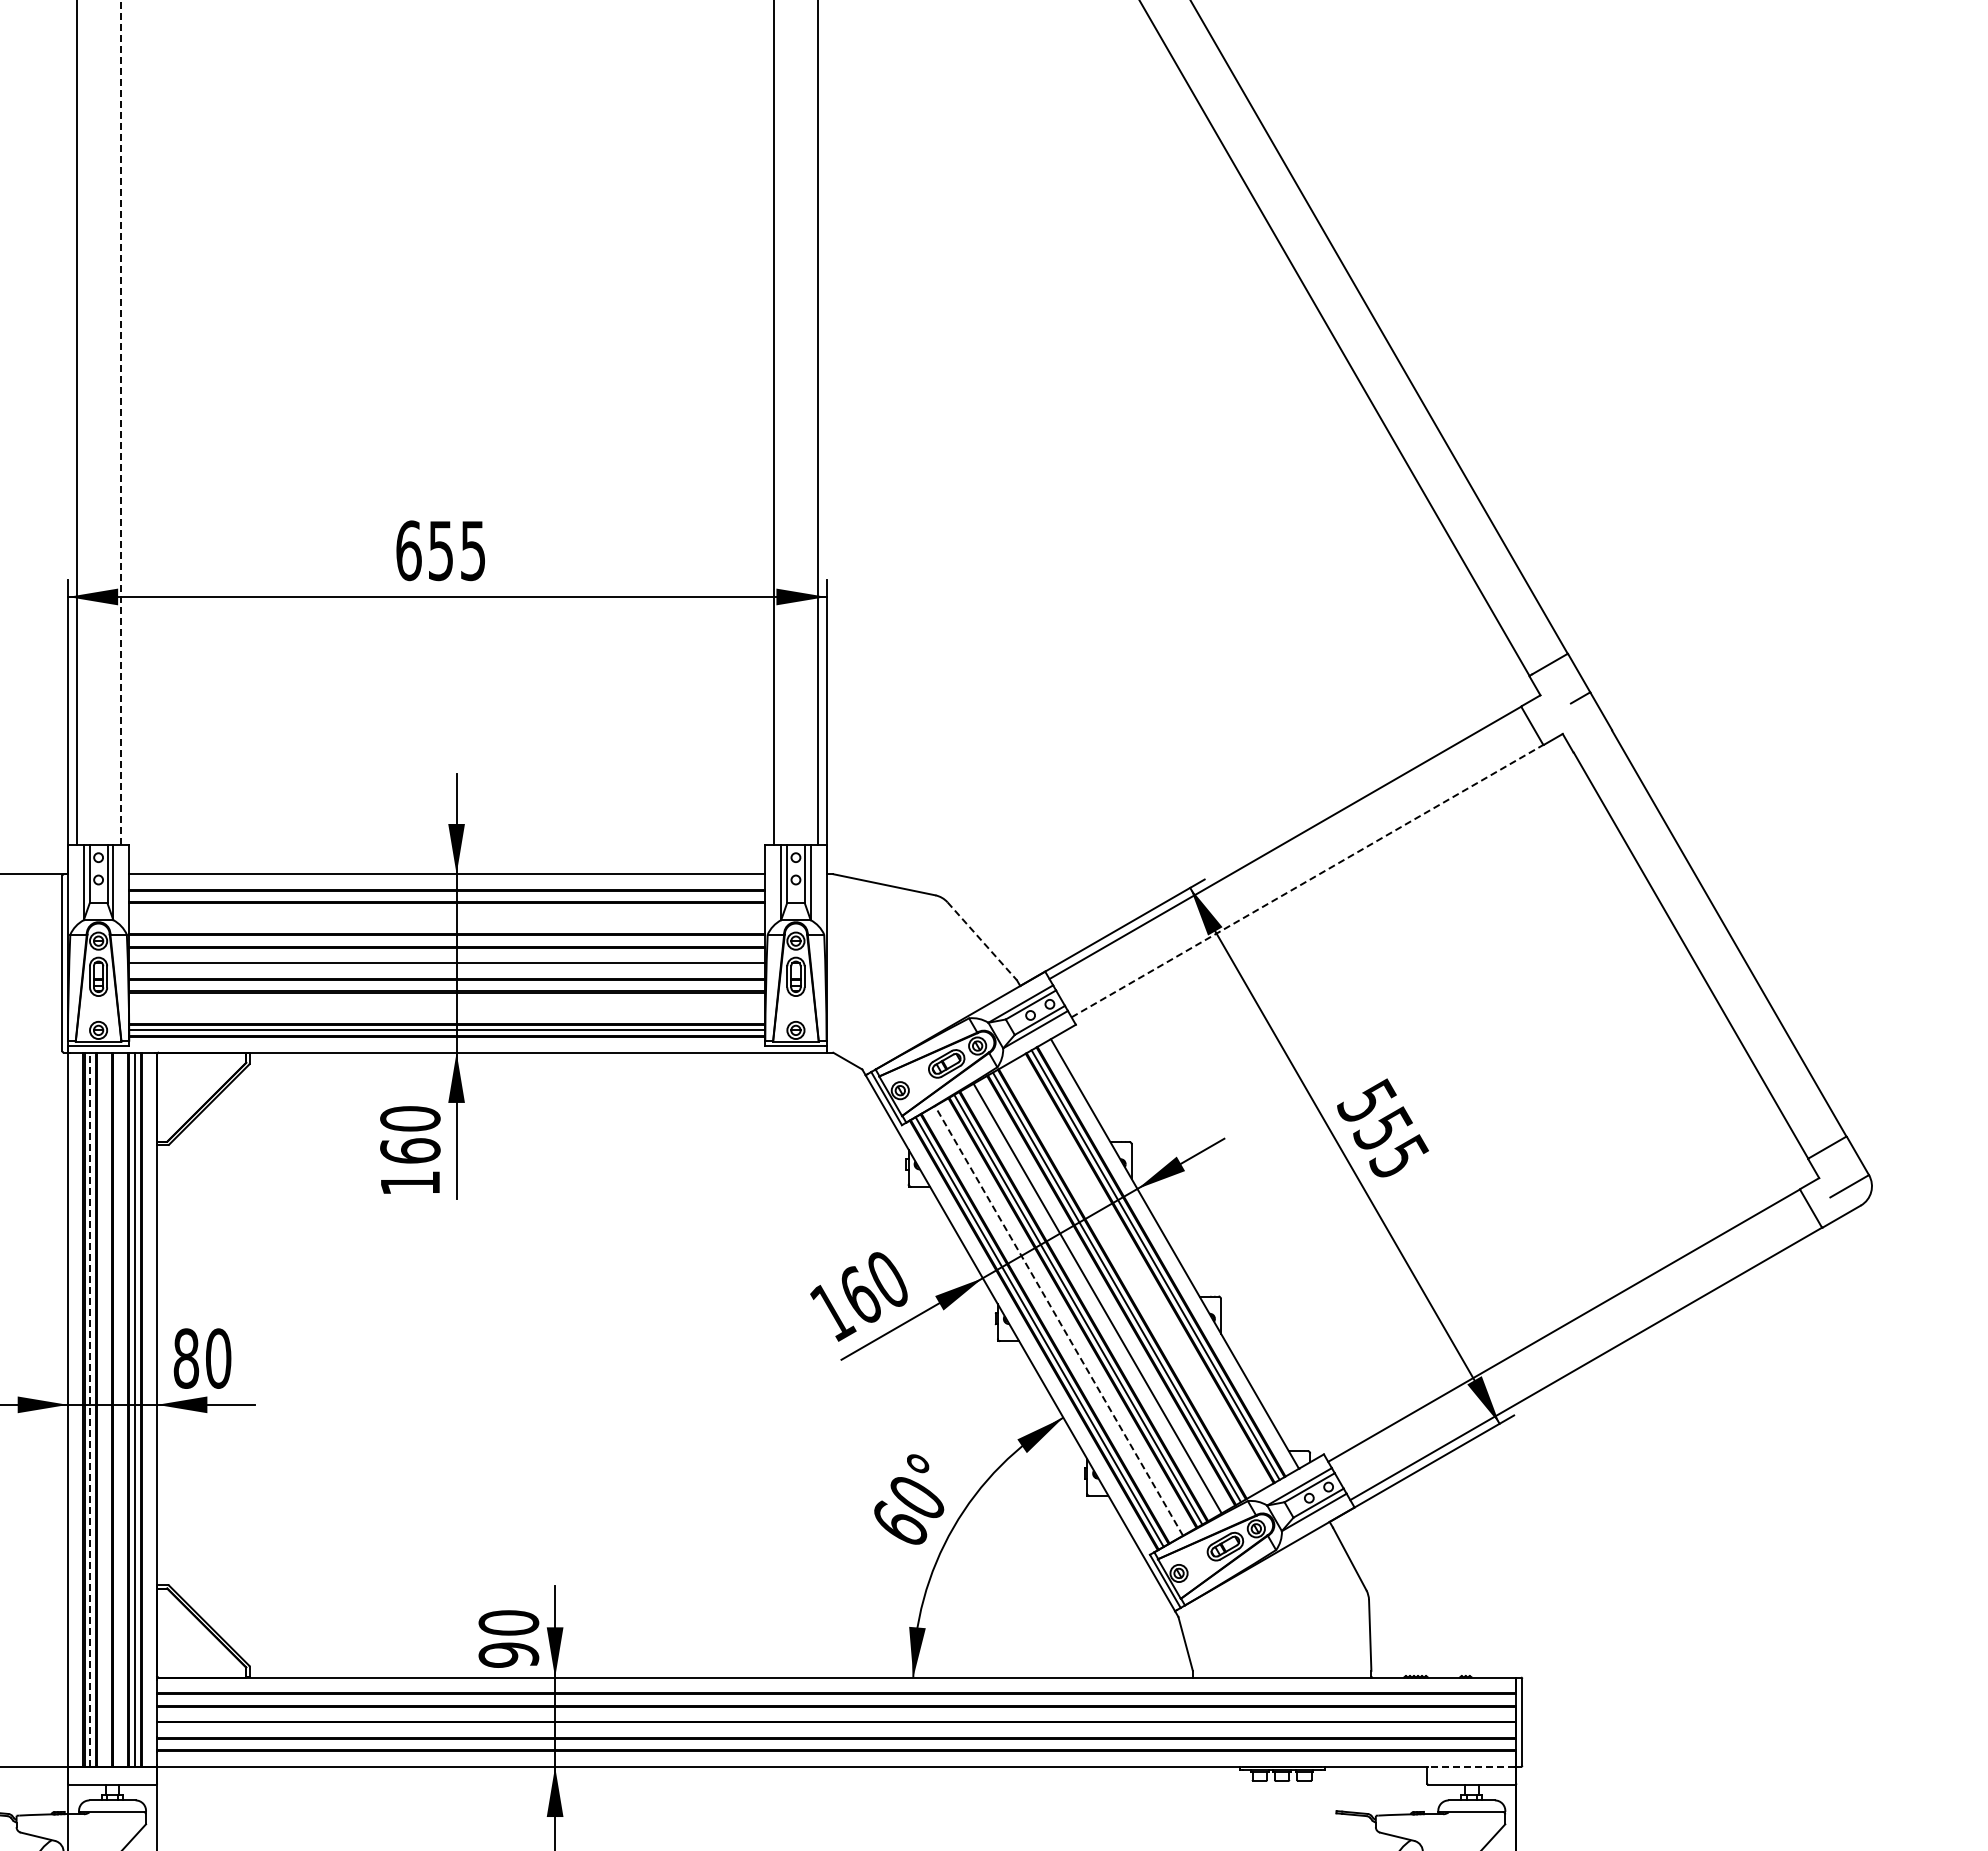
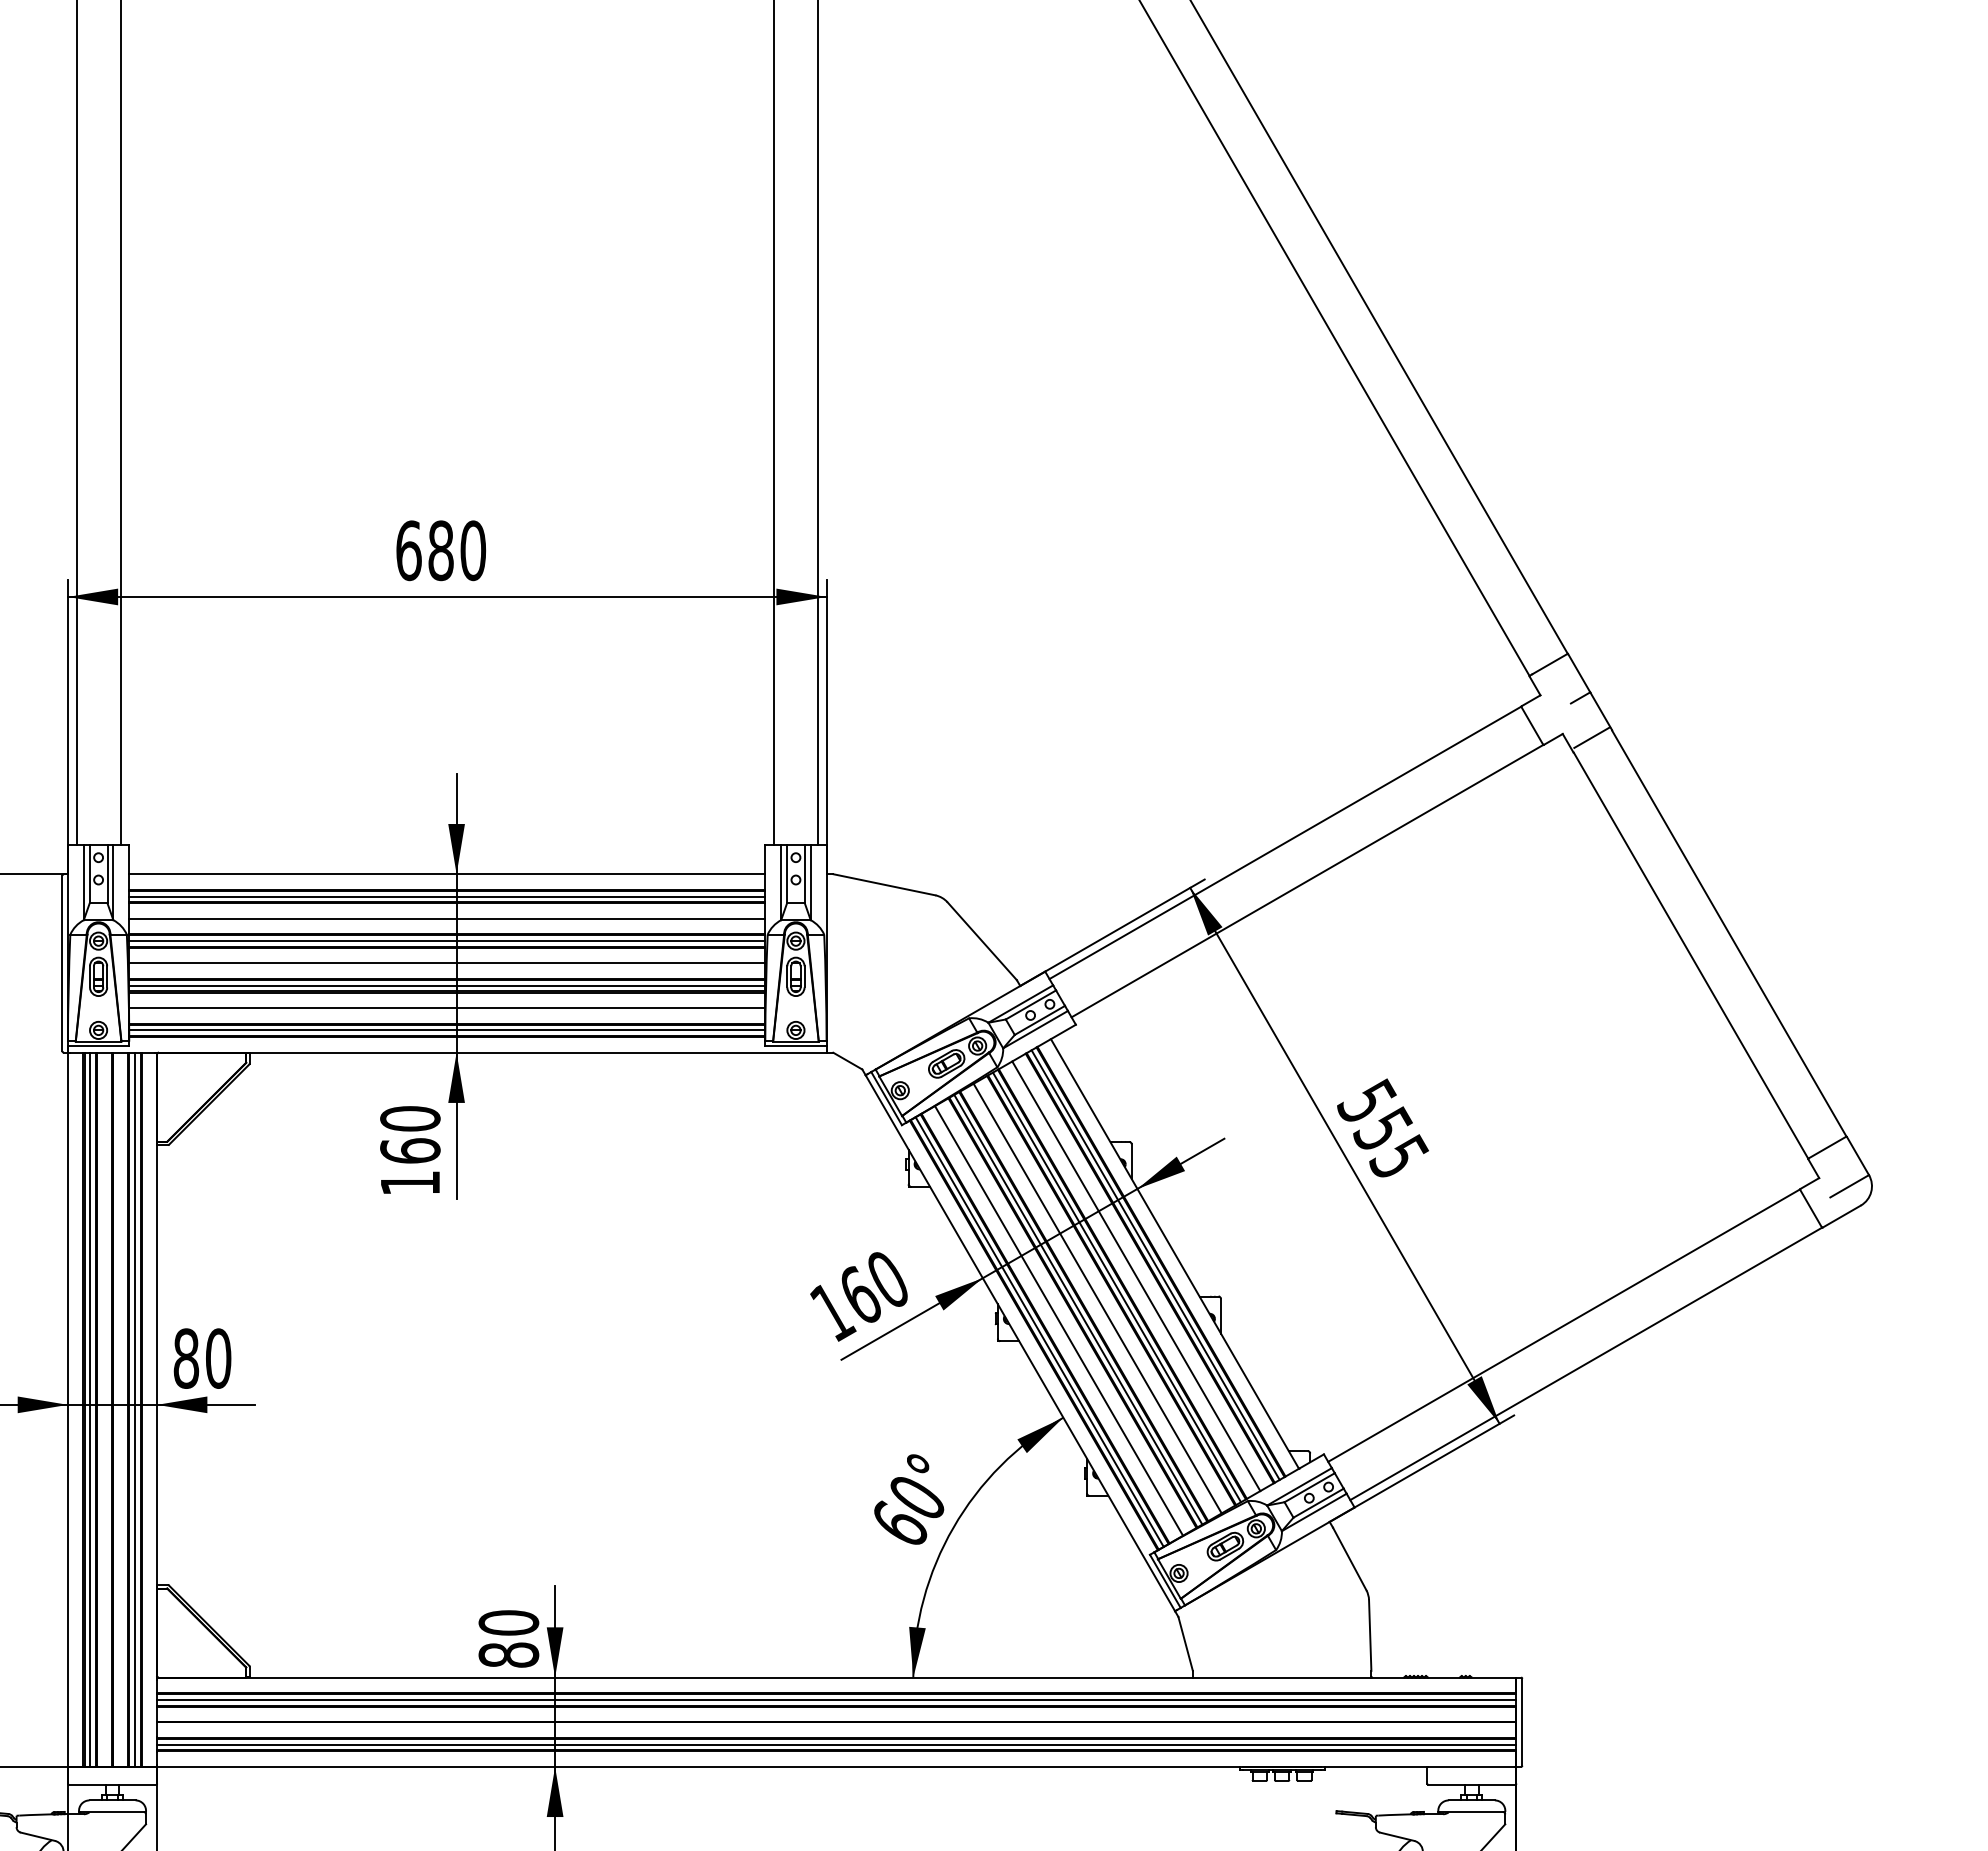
line at (120, 422): dashed -> solid
text at (457, 550): 655 -> 680
line at (1592, 737): none -> present
line at (1307, 880): dashed -> solid
line at (447, 896): none -> present
line at (447, 918): none -> present
line at (447, 941): none -> present
line at (982, 941): dashed -> solid
line at (447, 985): none -> present
line at (447, 1008): none -> present
line at (1136, 1276): none -> present
line at (1058, 1320): dashed -> solid
line at (90, 1409): dashed -> solid
text at (508, 1654): 90 -> 80
line at (836, 1699): none -> present
line at (836, 1744): none -> present
line at (1471, 1766): dashed -> solid
